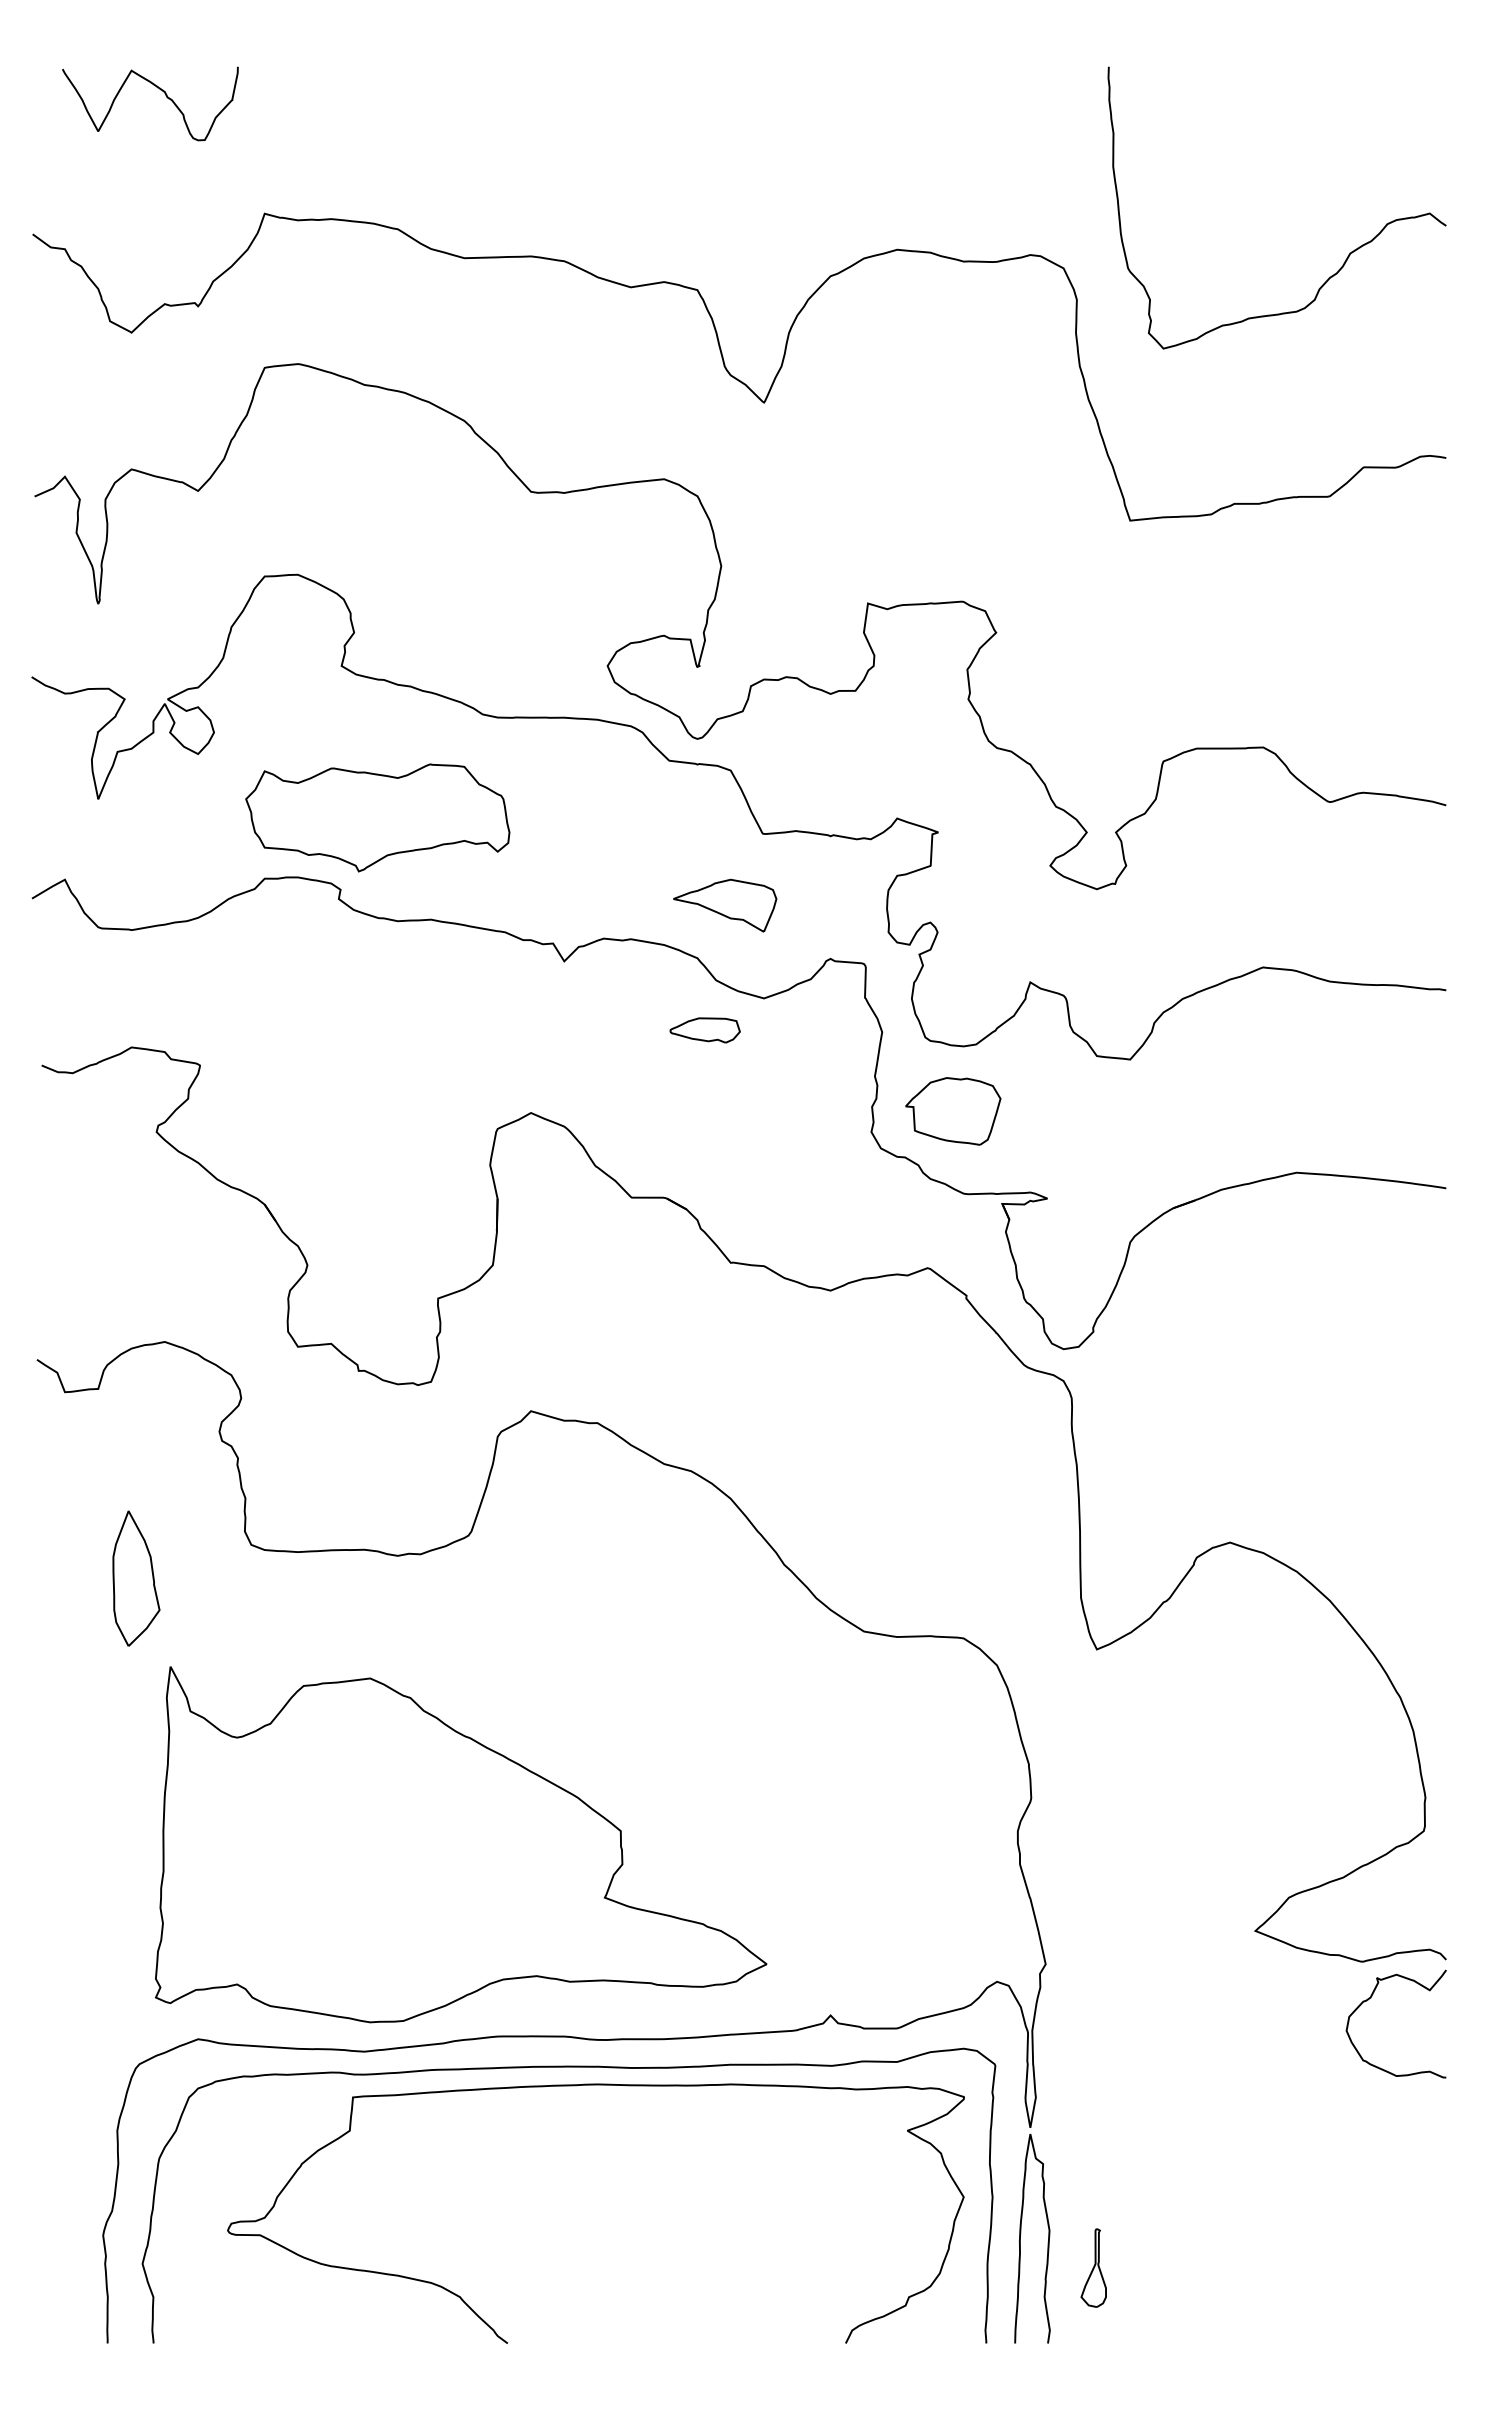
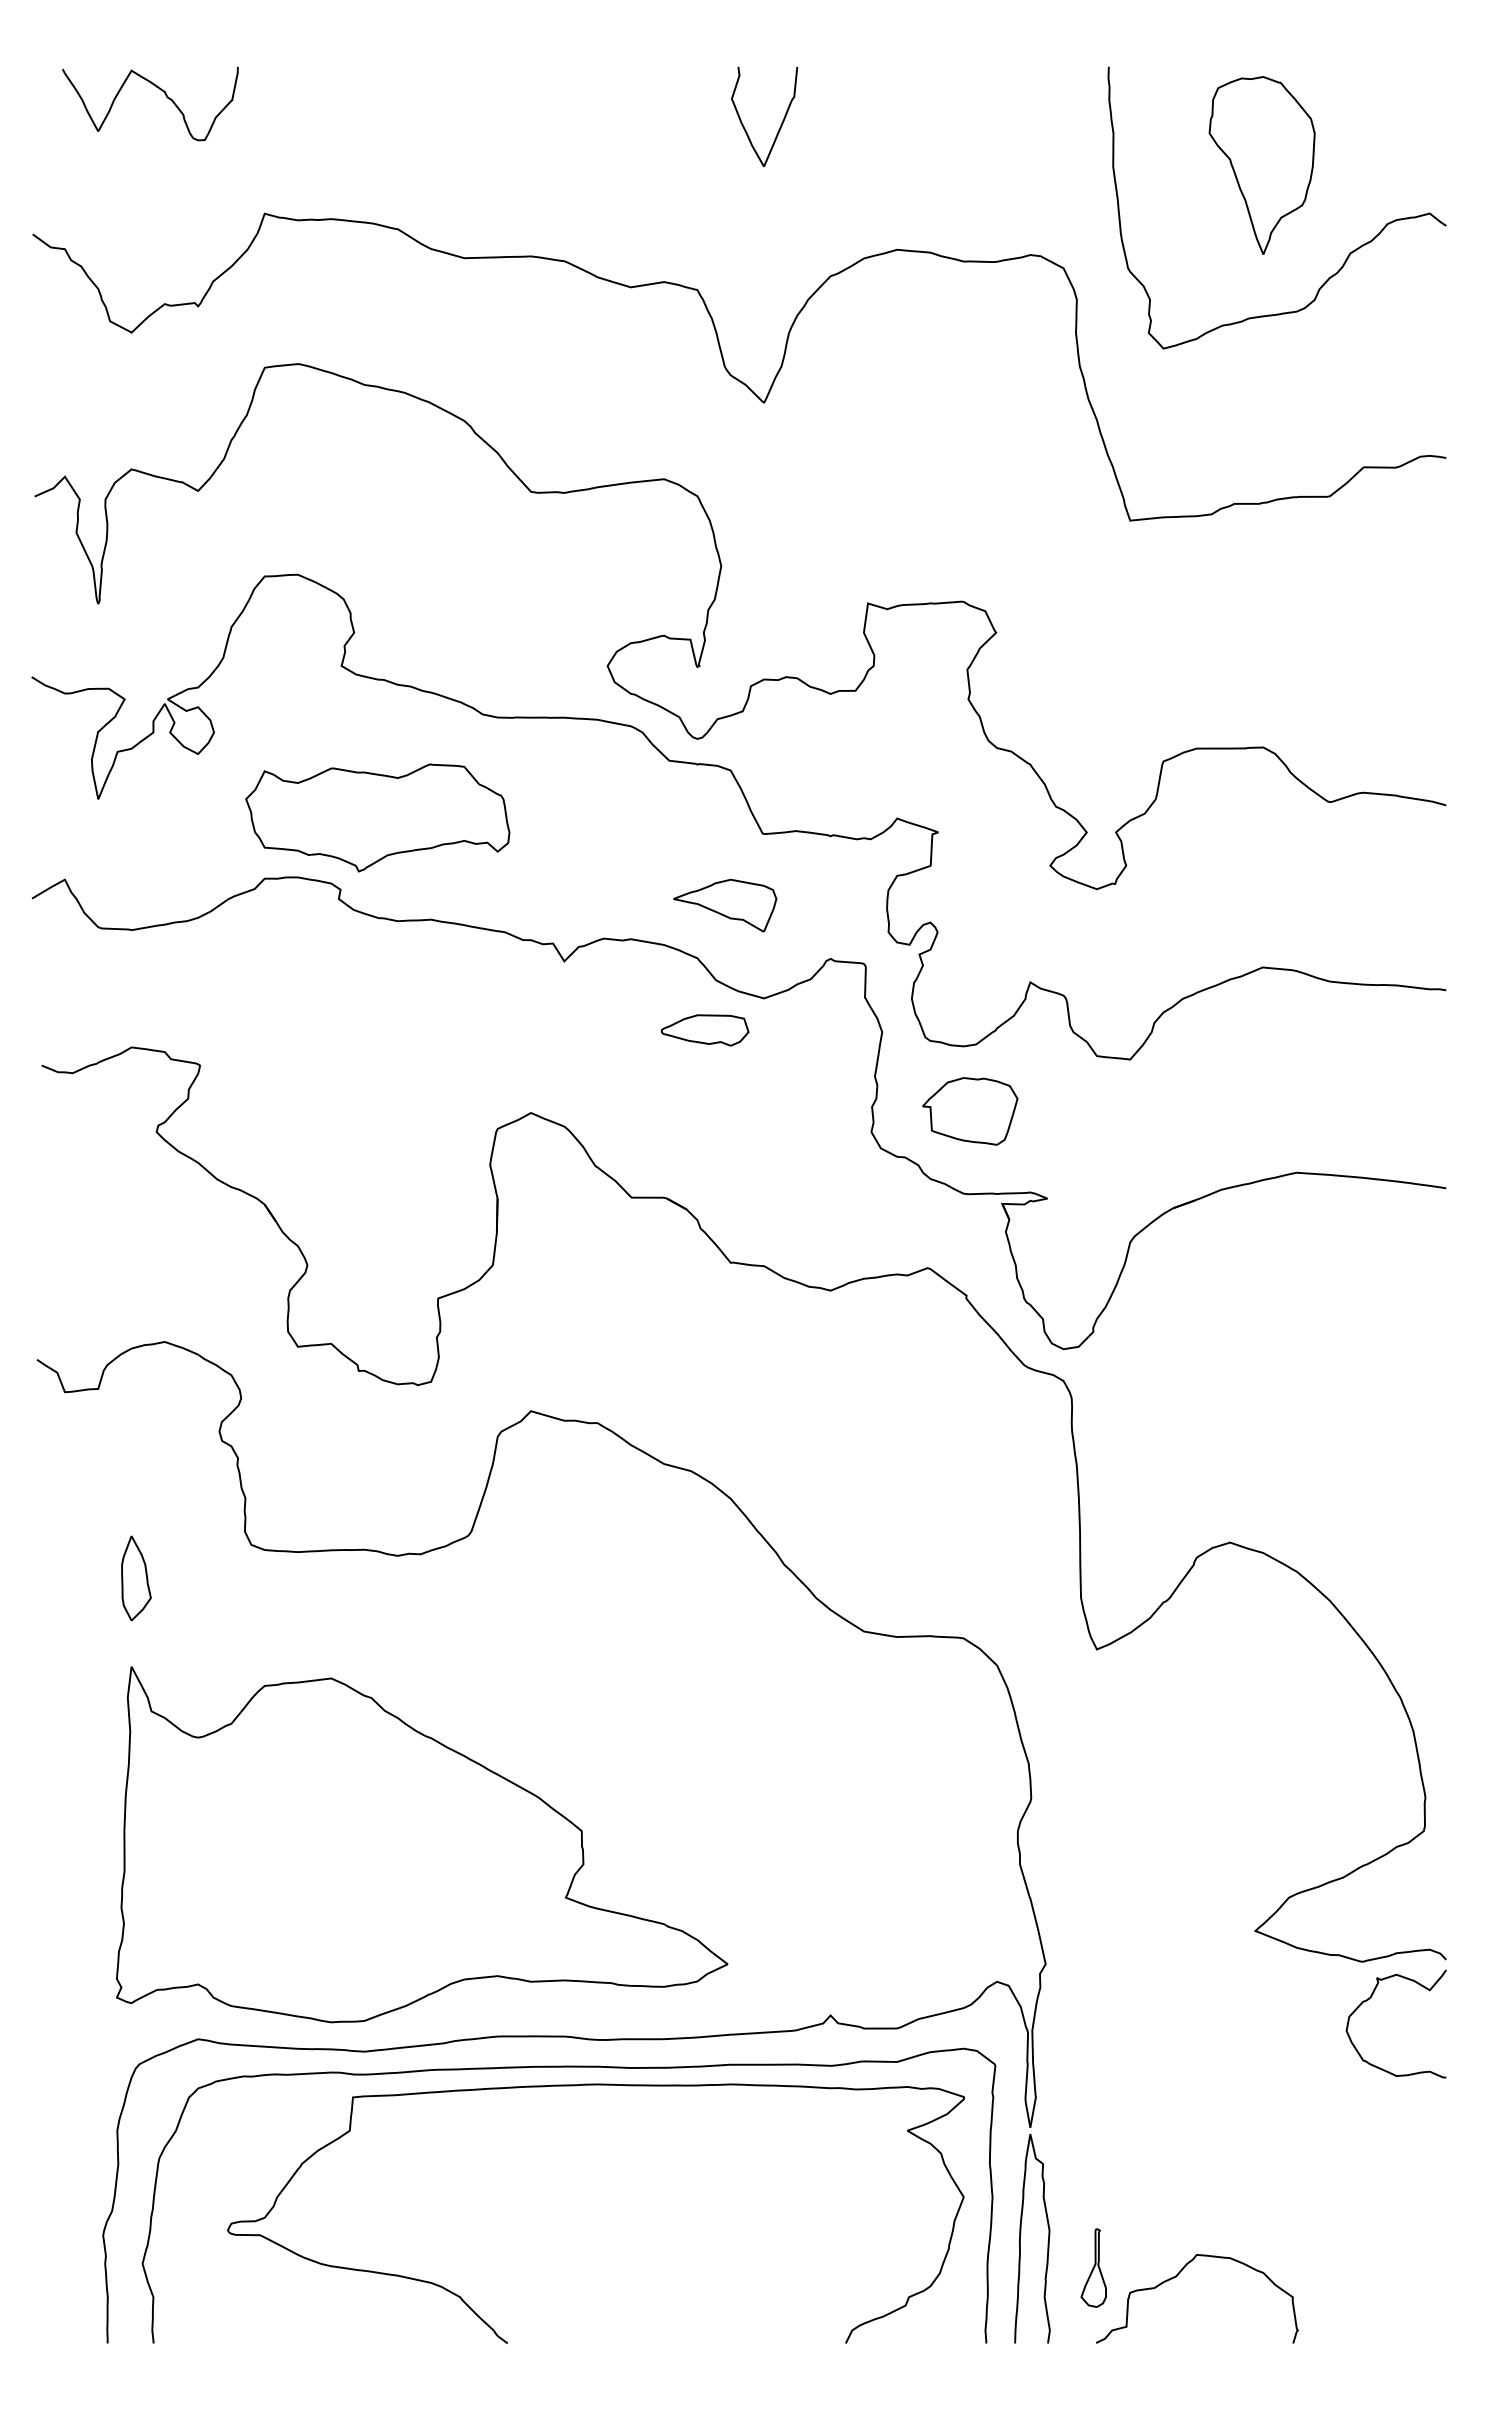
curve at (781, 122): none -> present
part at (1261, 165): none -> present
part at (704, 1030) size: 72x27 px -> 89x33 px
part at (953, 1111) position: (953, 1111) -> (970, 1111)
part at (136, 1578) size: 49x137 px -> 31x86 px
part at (461, 1844) position: (461, 1844) -> (422, 1844)
curve at (1176, 2277): none -> present
